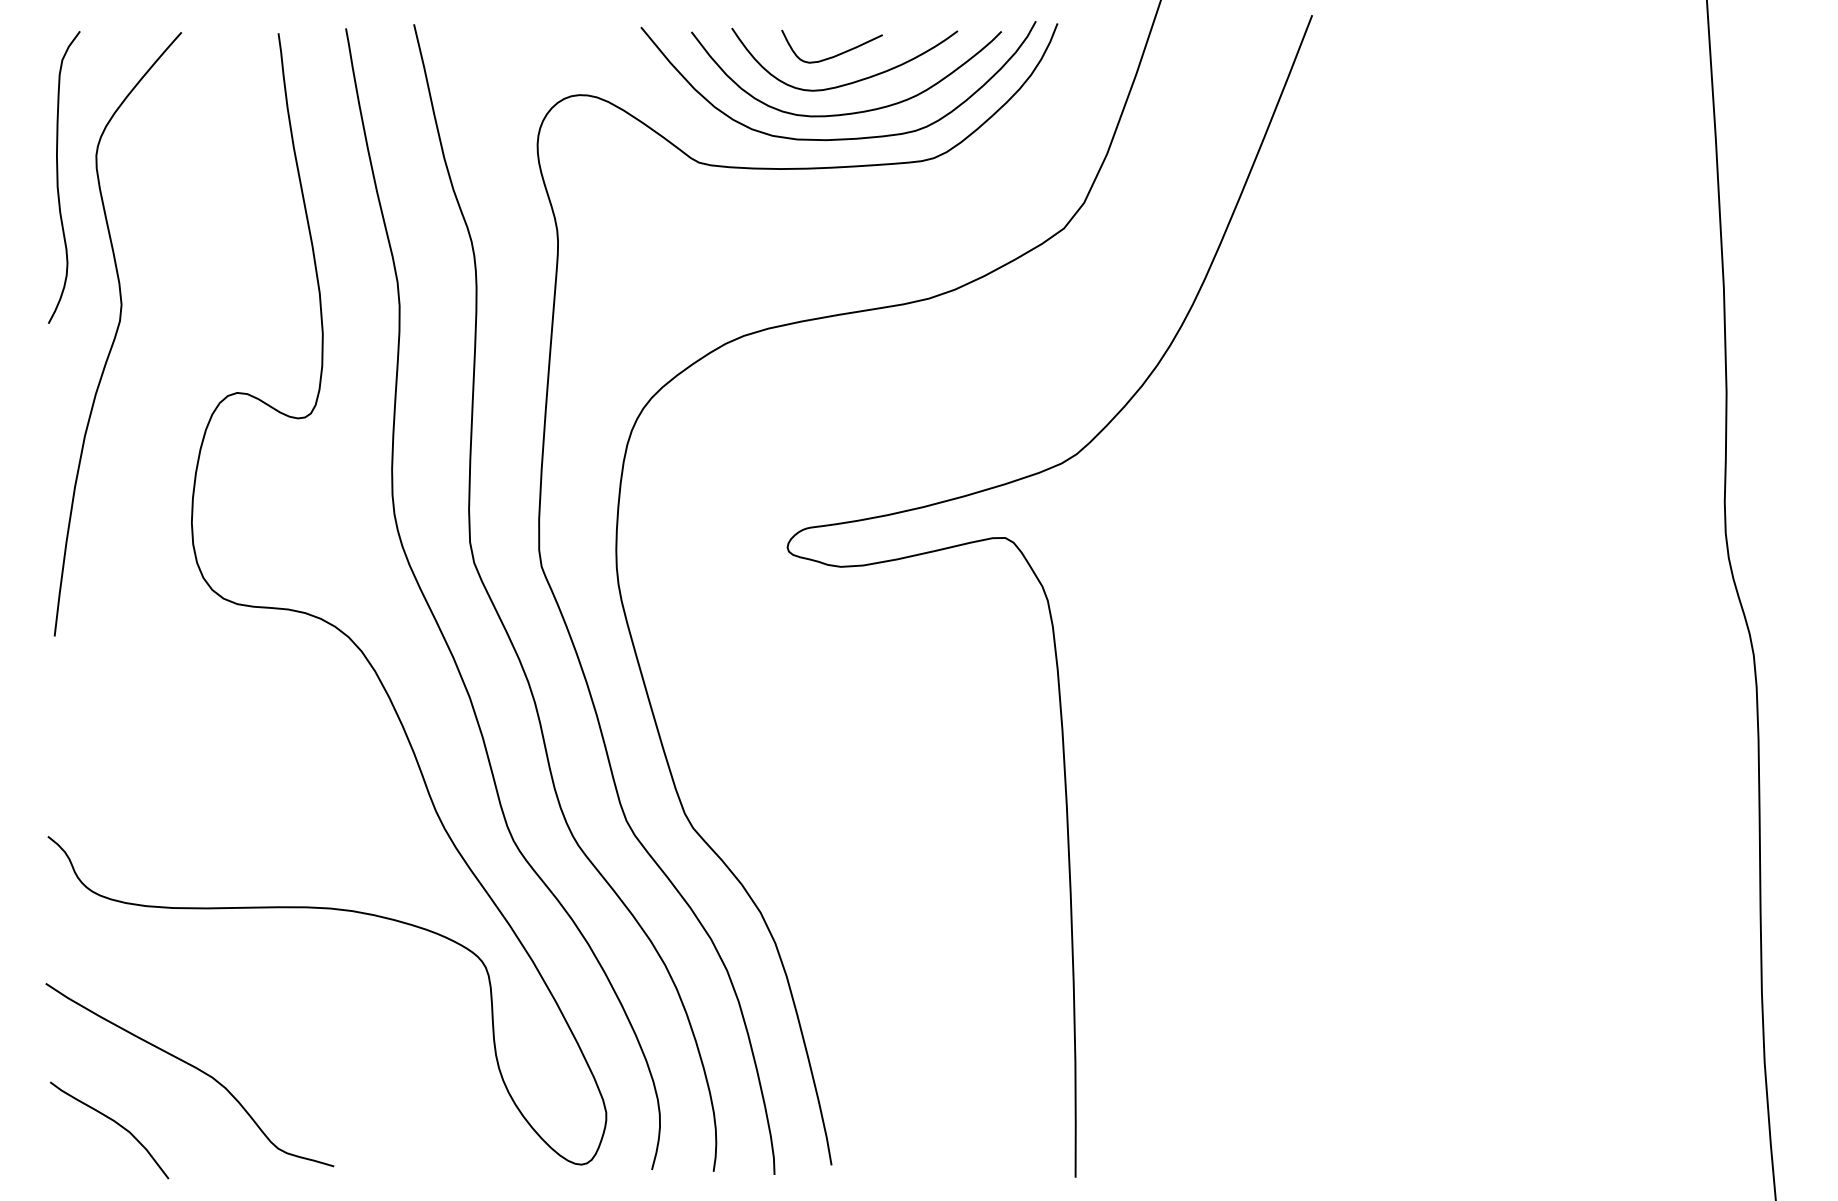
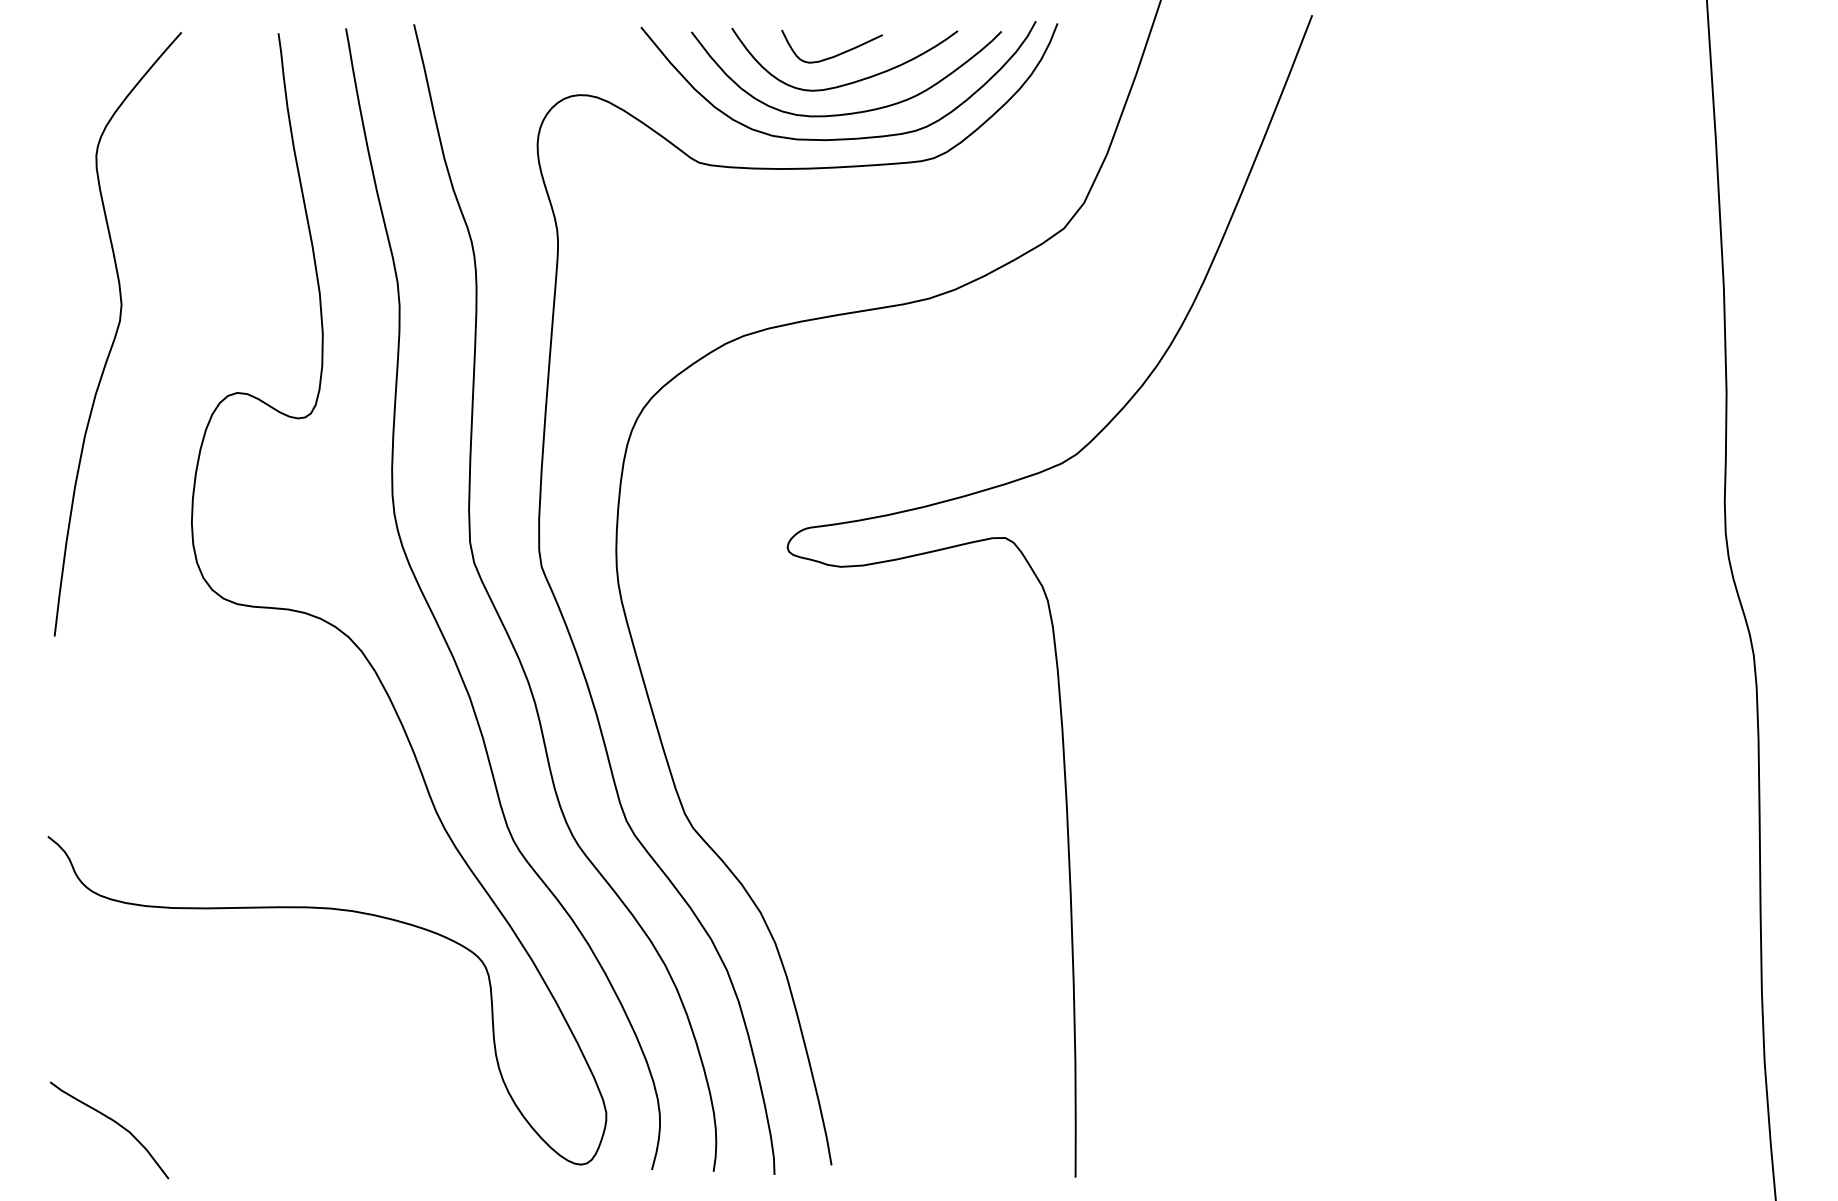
curve at (58, 177): present -> none
curve at (194, 1068): present -> none
